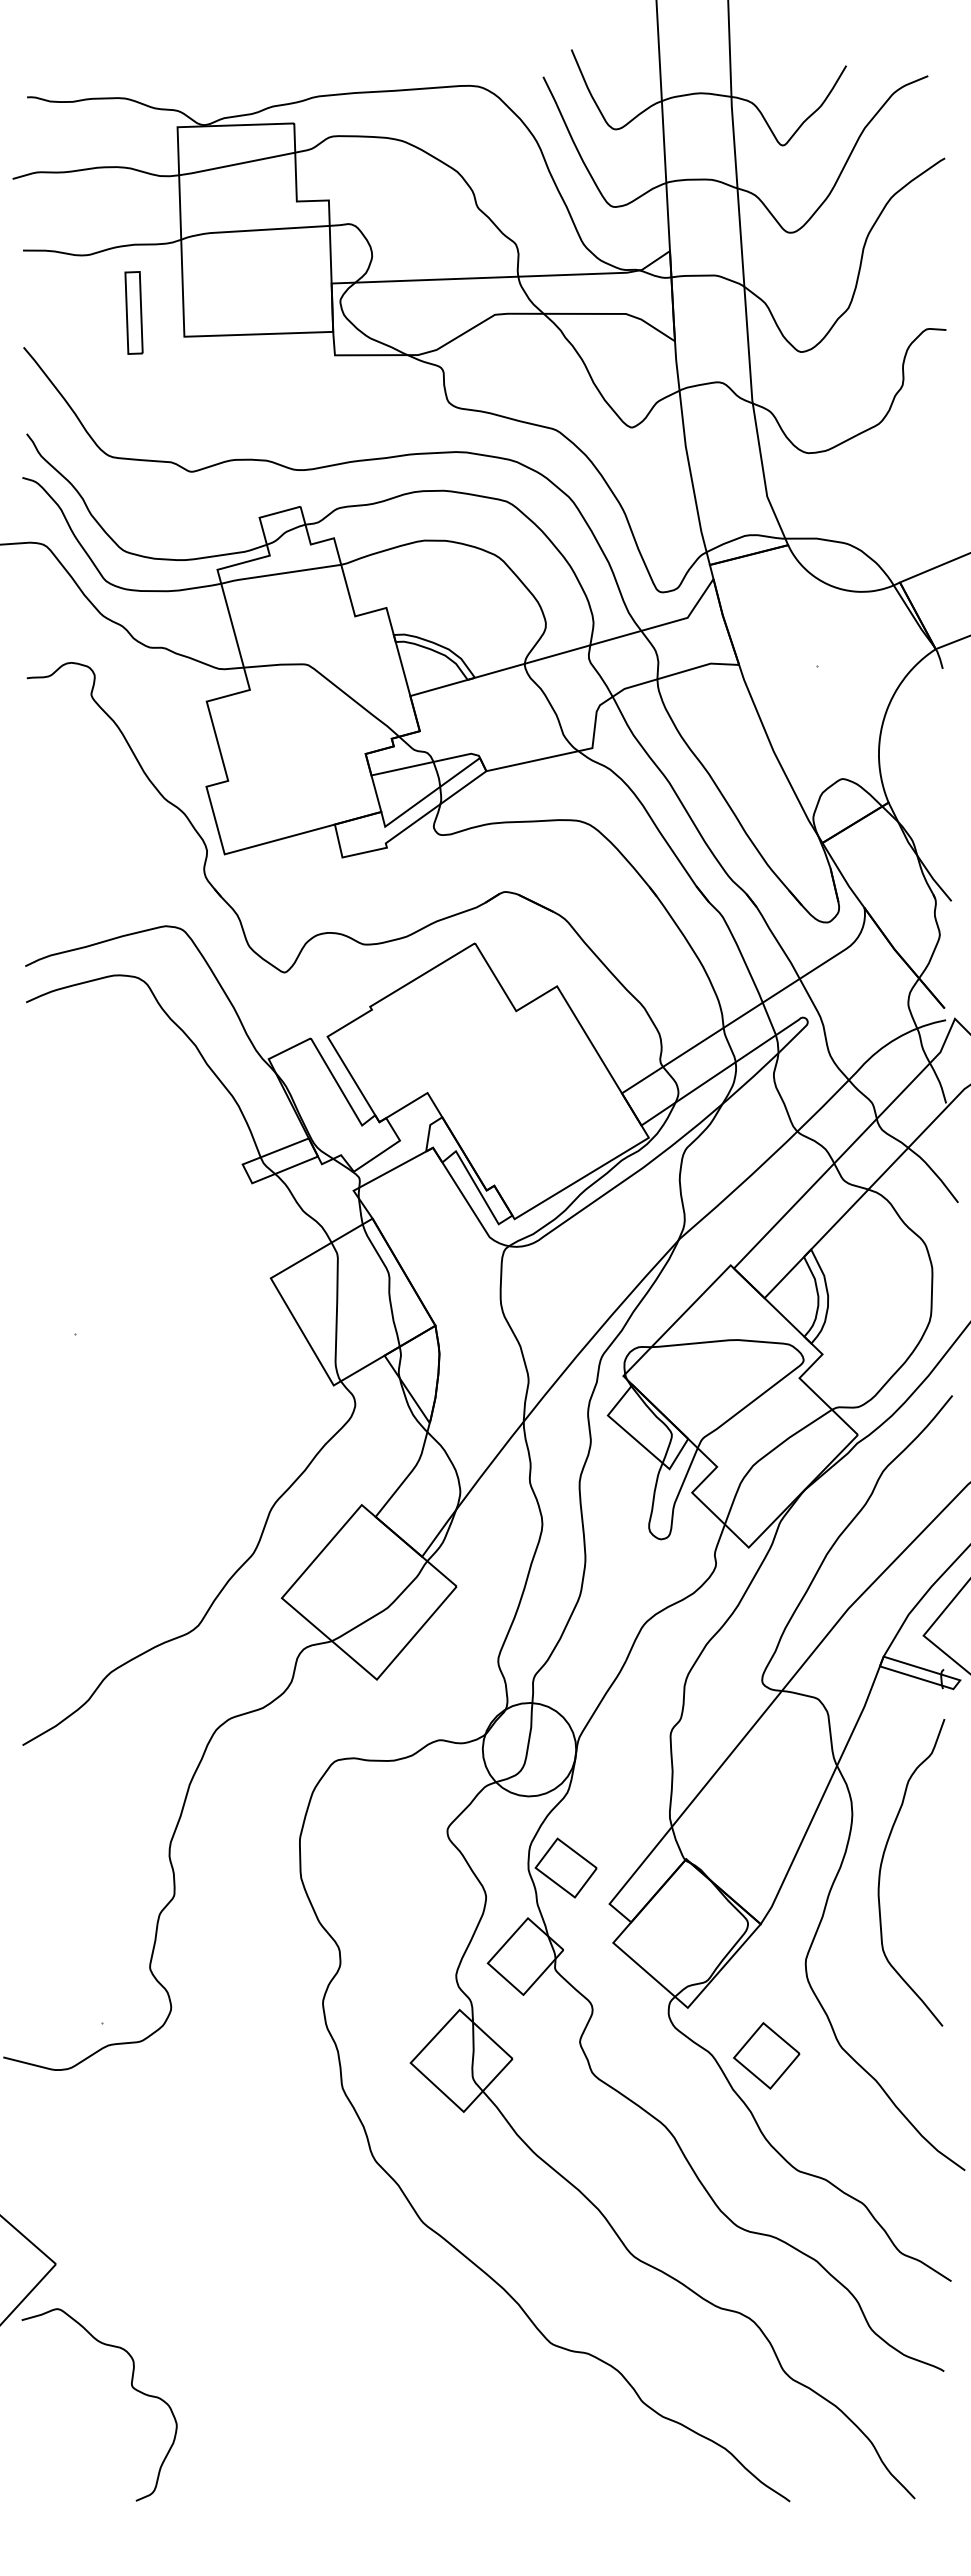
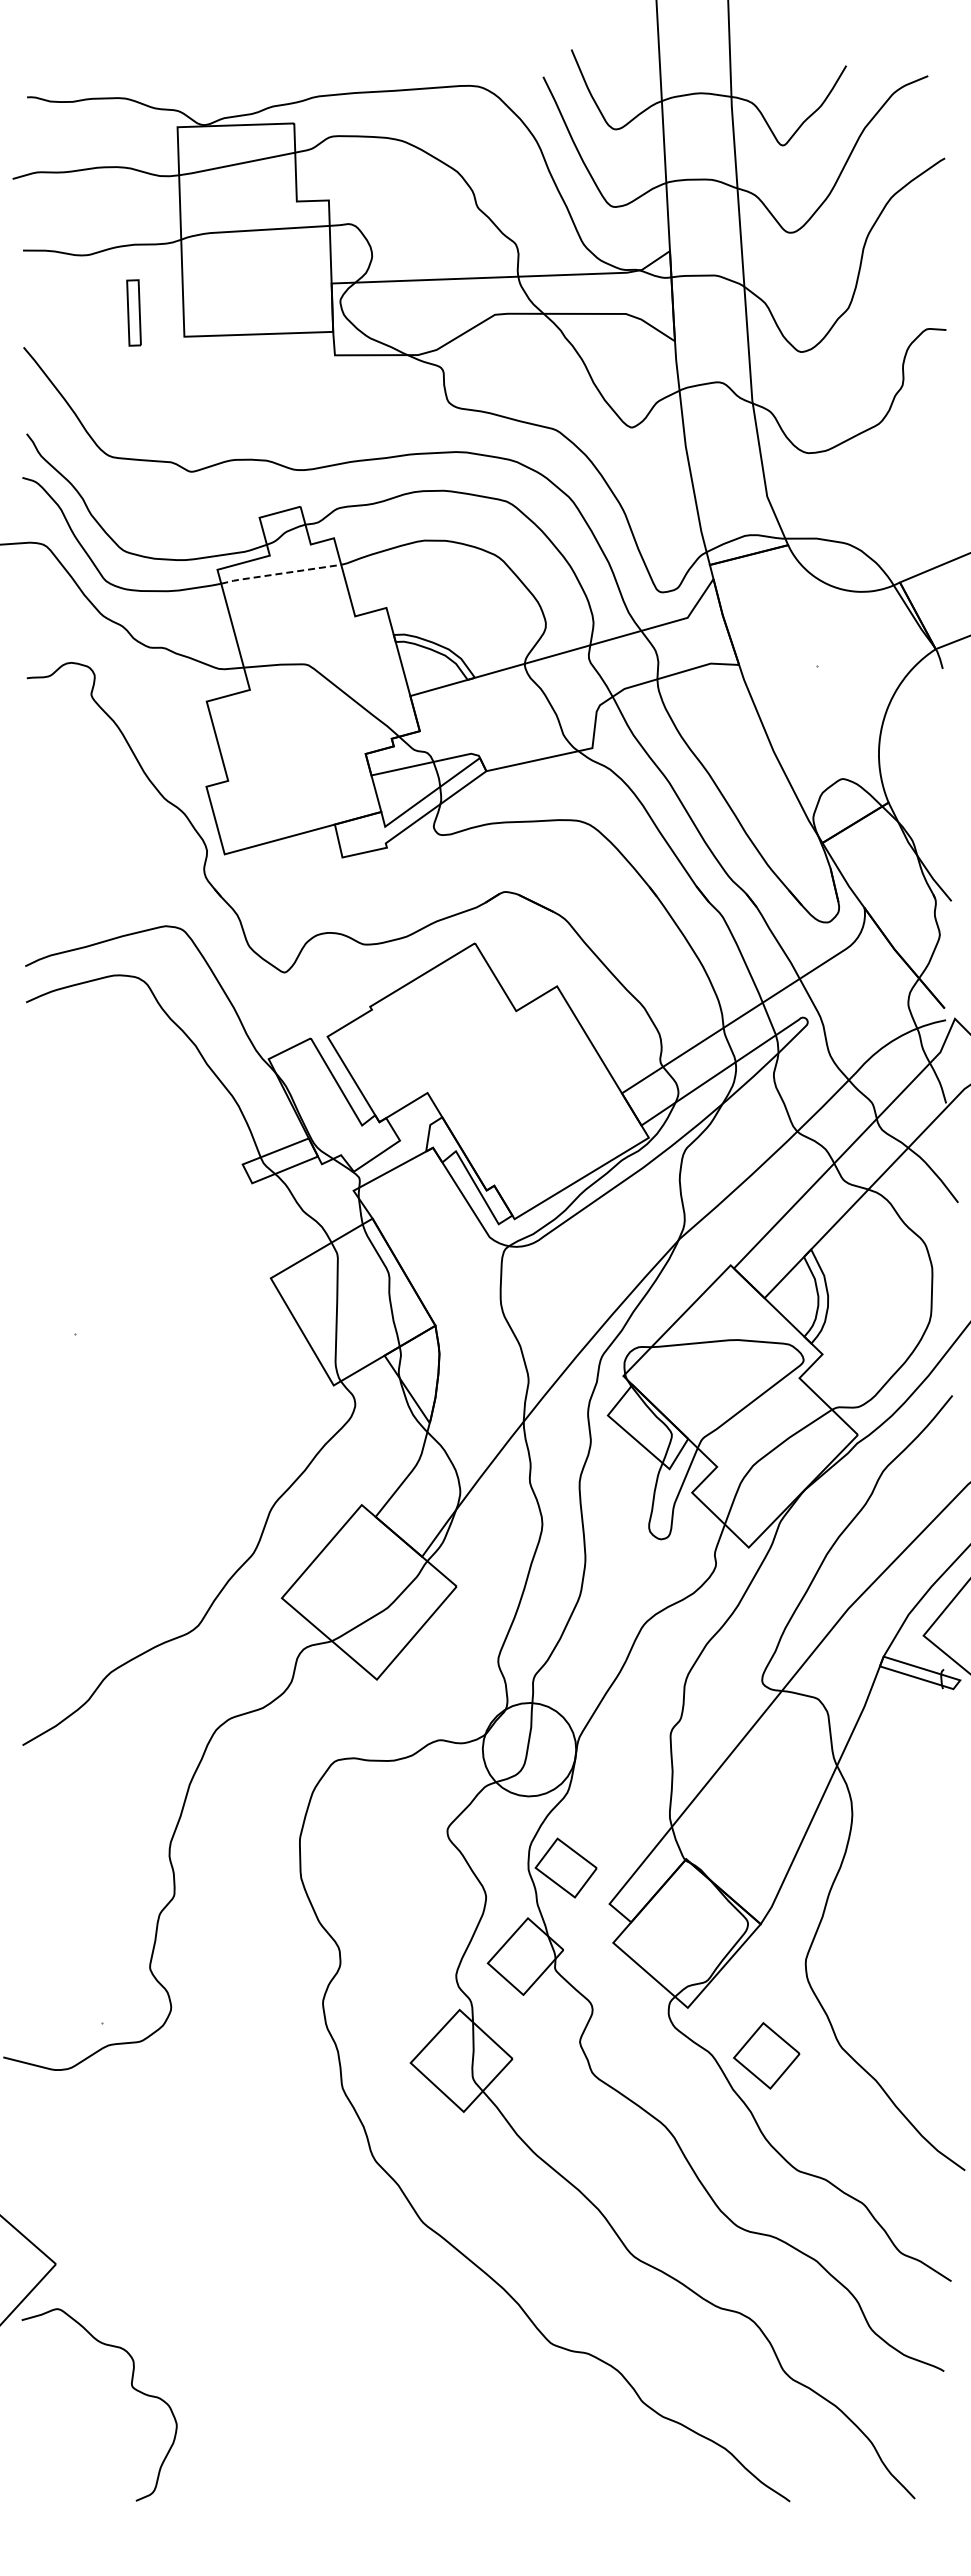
part at (133, 312) size: 20x84 px -> 16x68 px
line at (280, 573): solid -> dashed
curve at (882, 1864): present -> none
